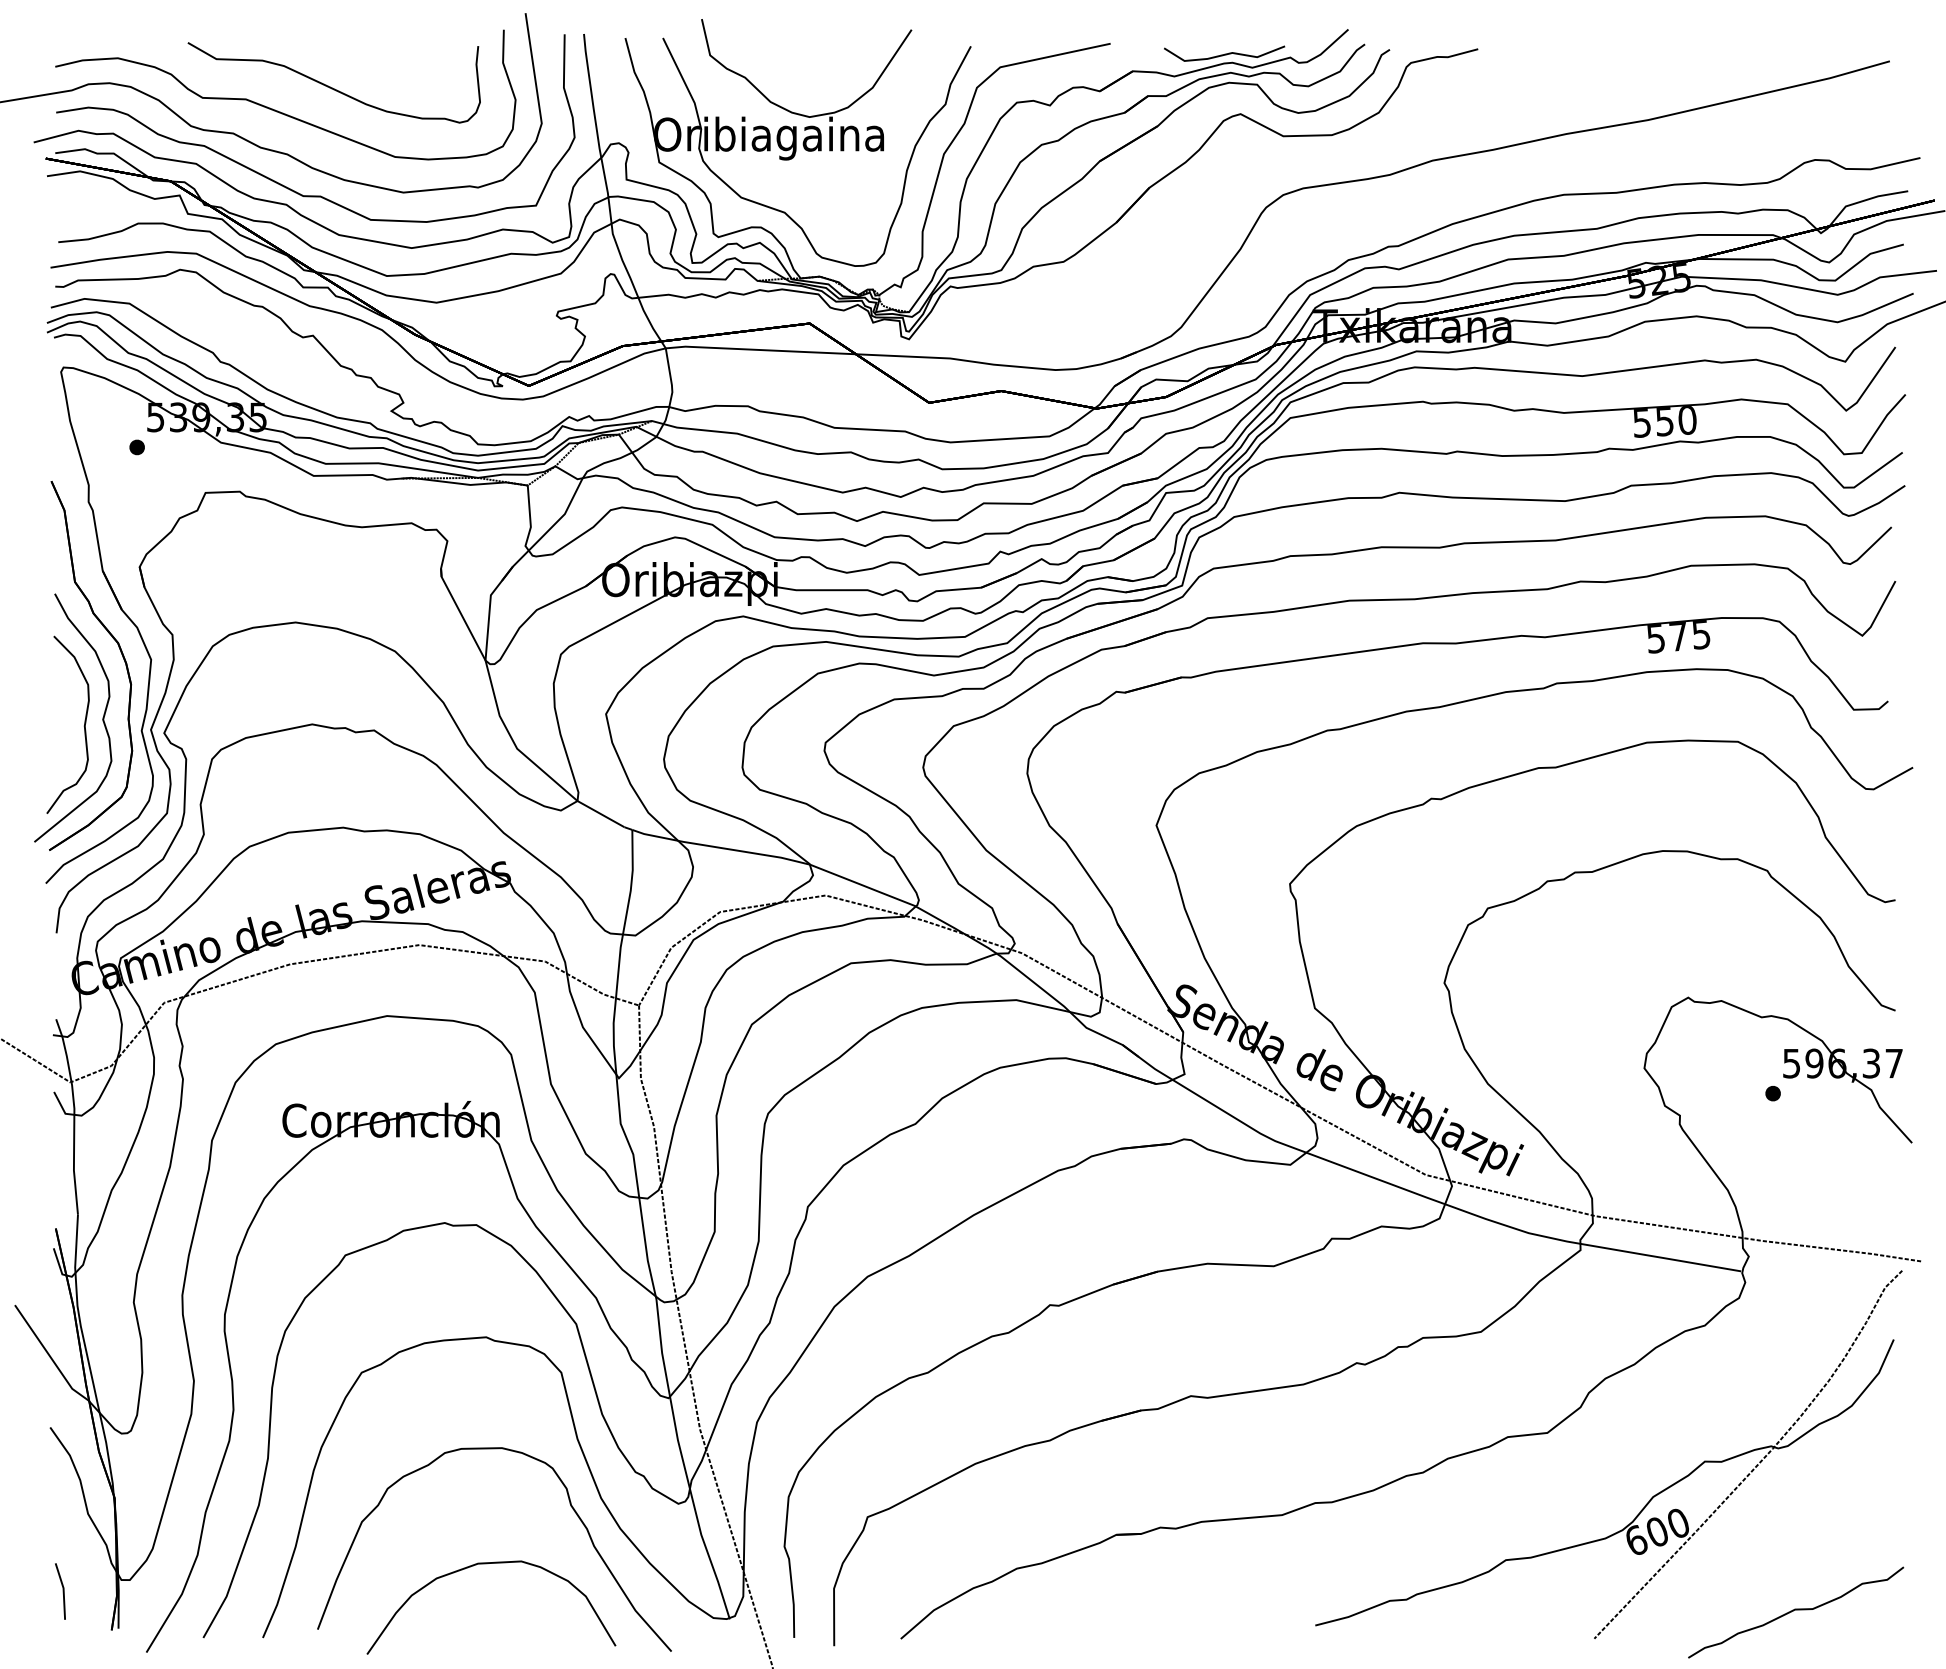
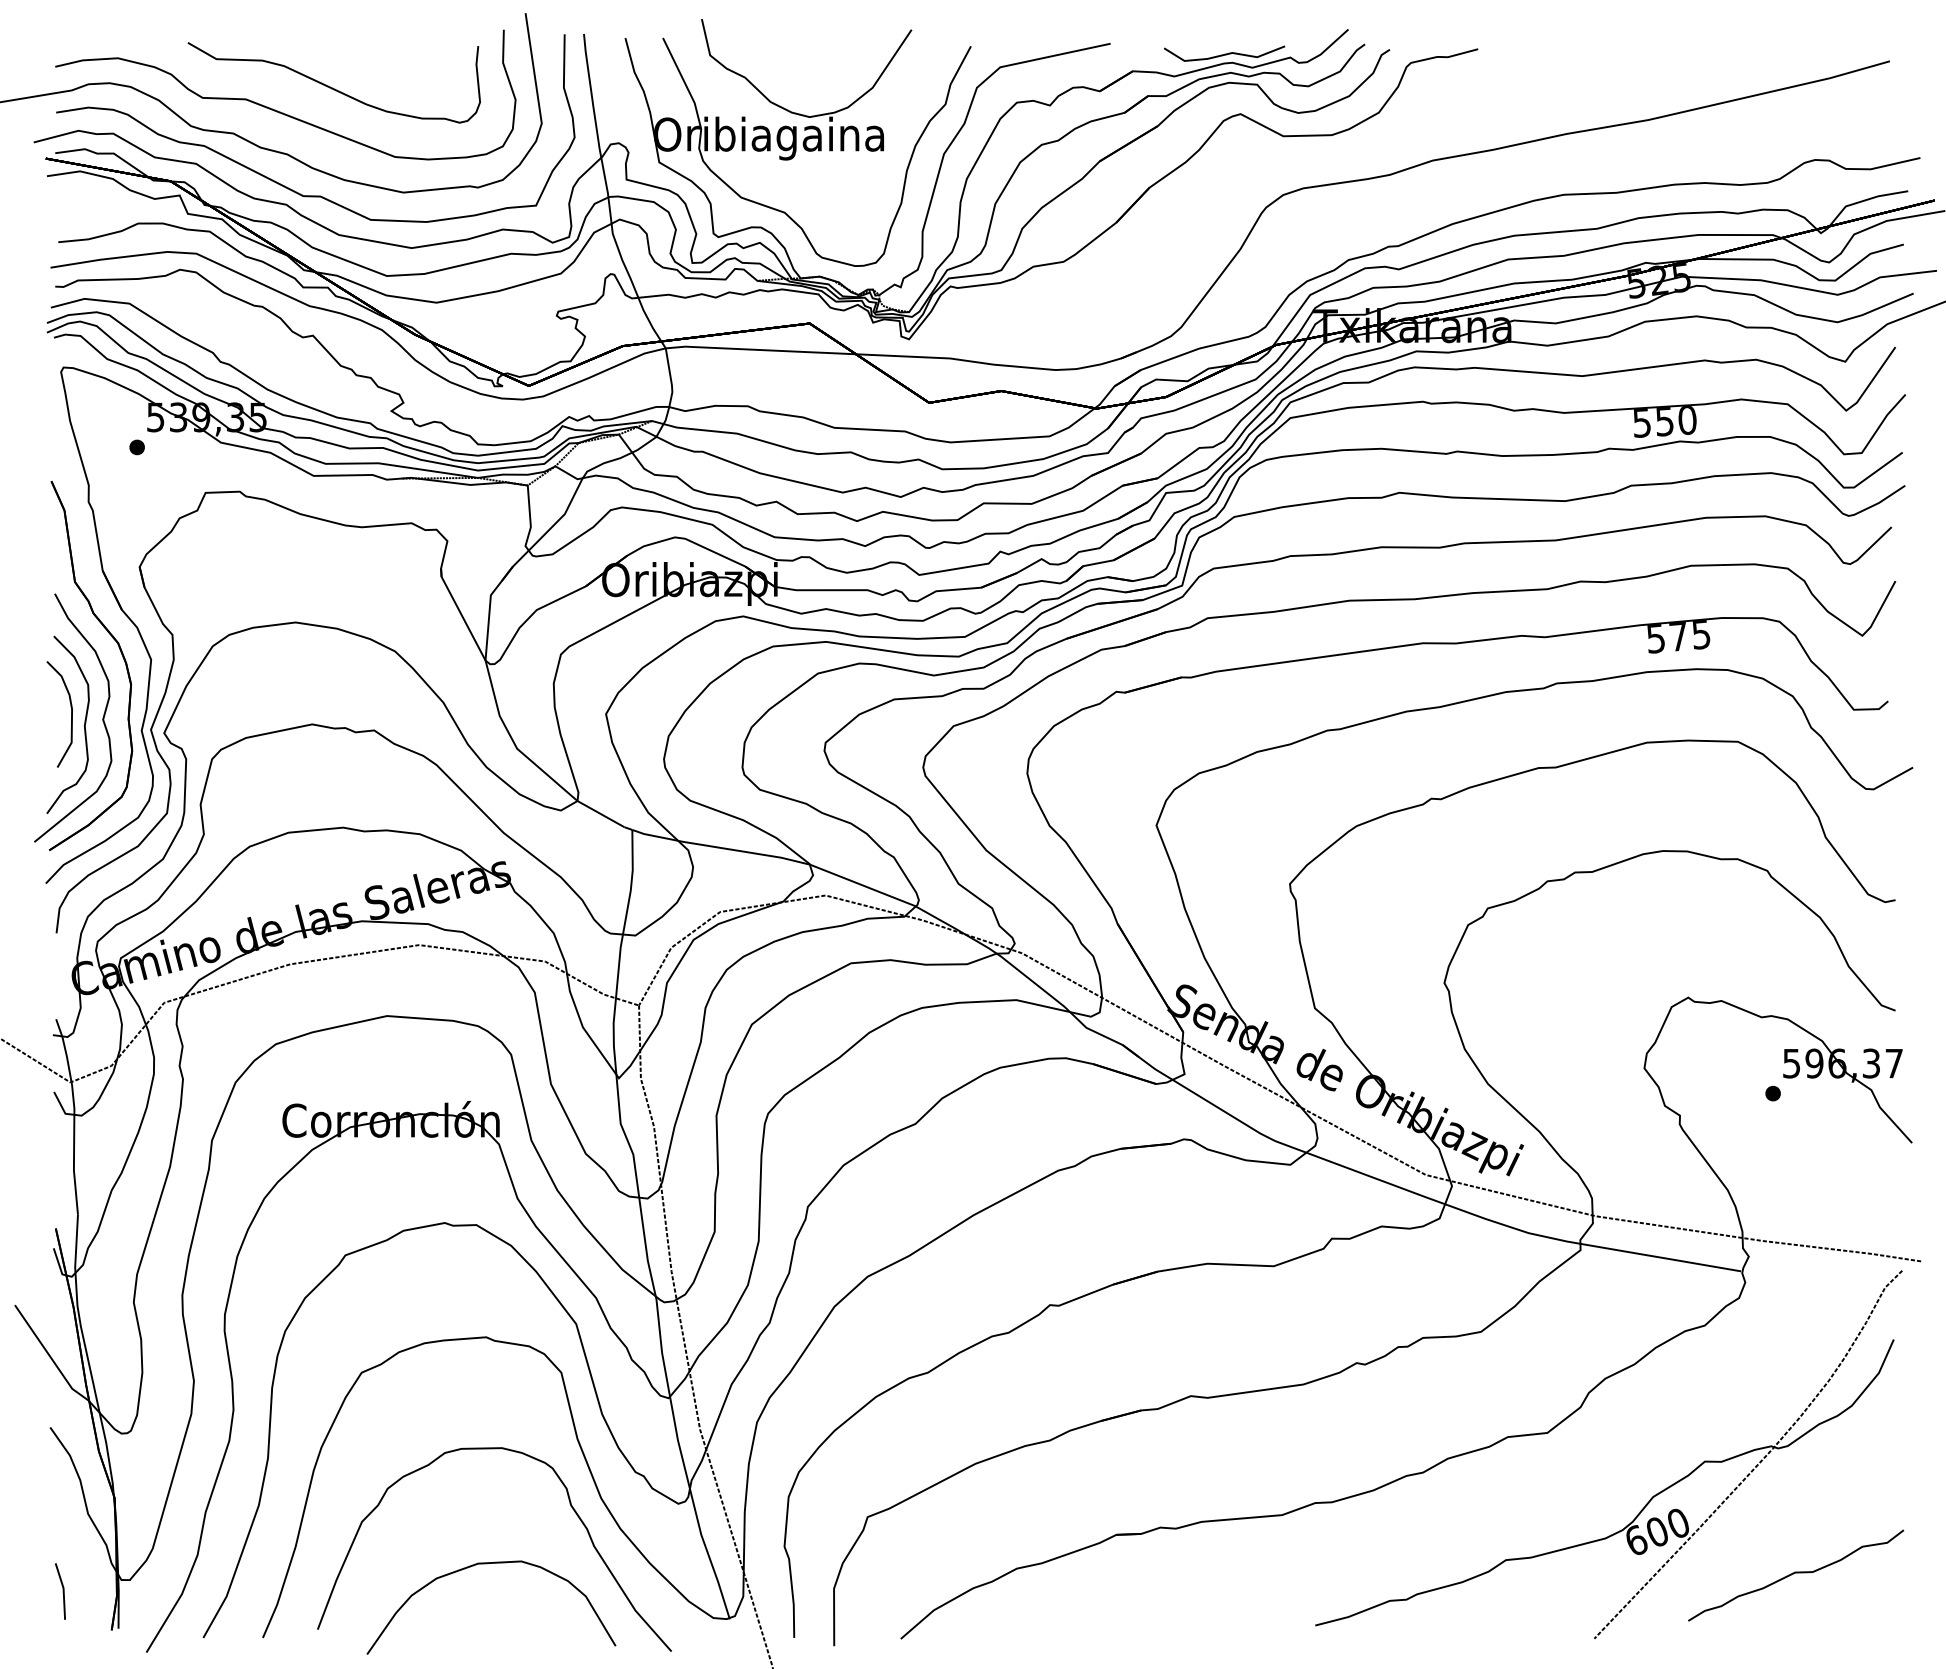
part at (71, 714): none -> present
curve at (1796, 1610) position: (1796, 1610) -> (1796, 1573)
